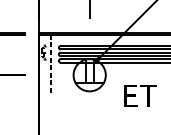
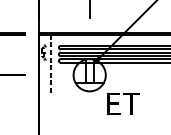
text at (140, 95) position: (140, 95) -> (123, 103)
